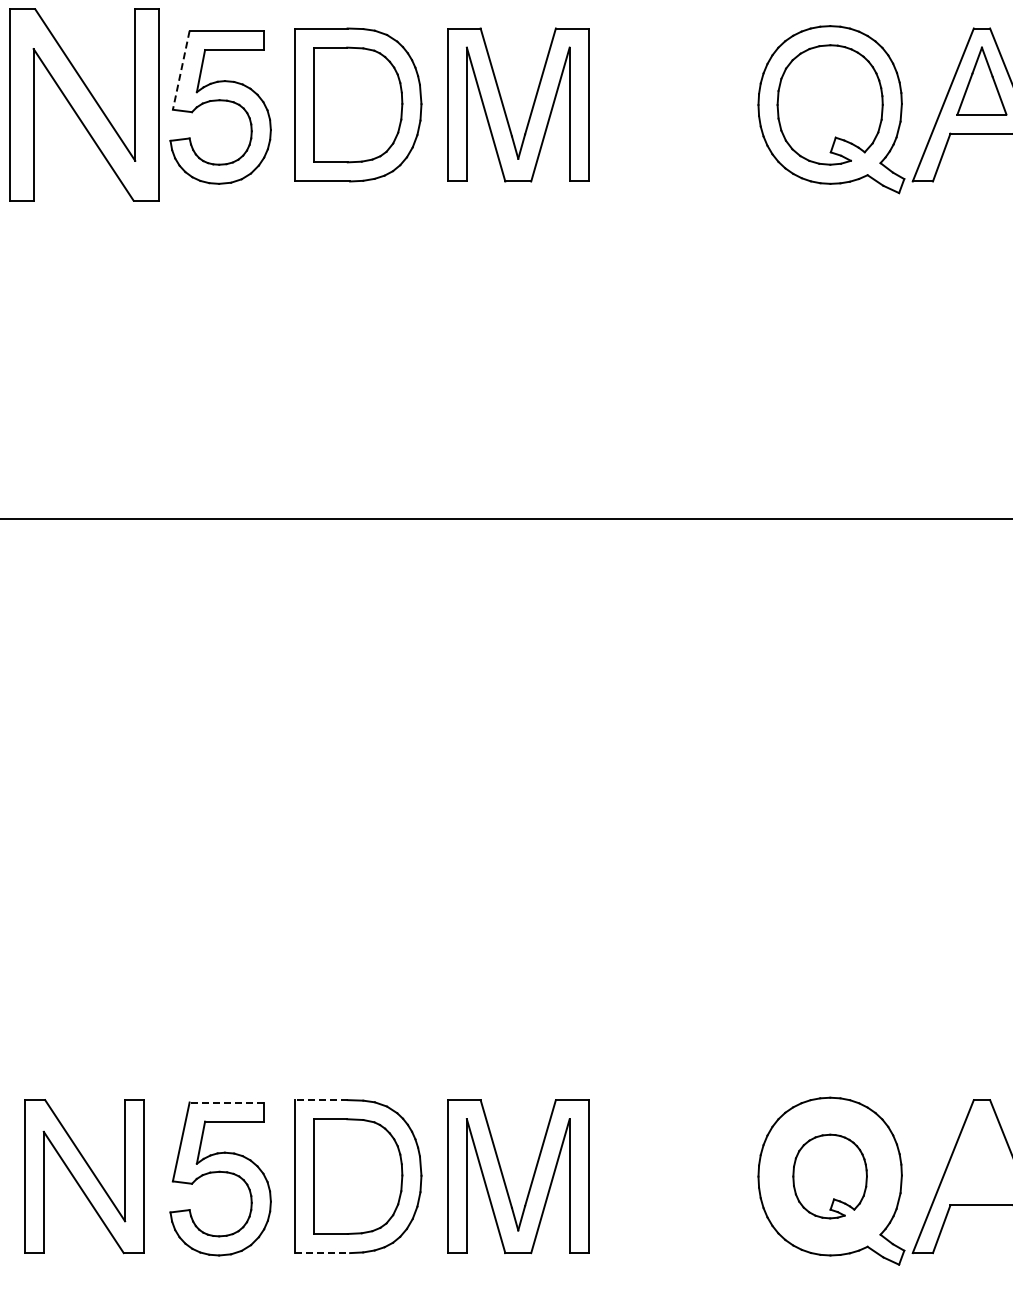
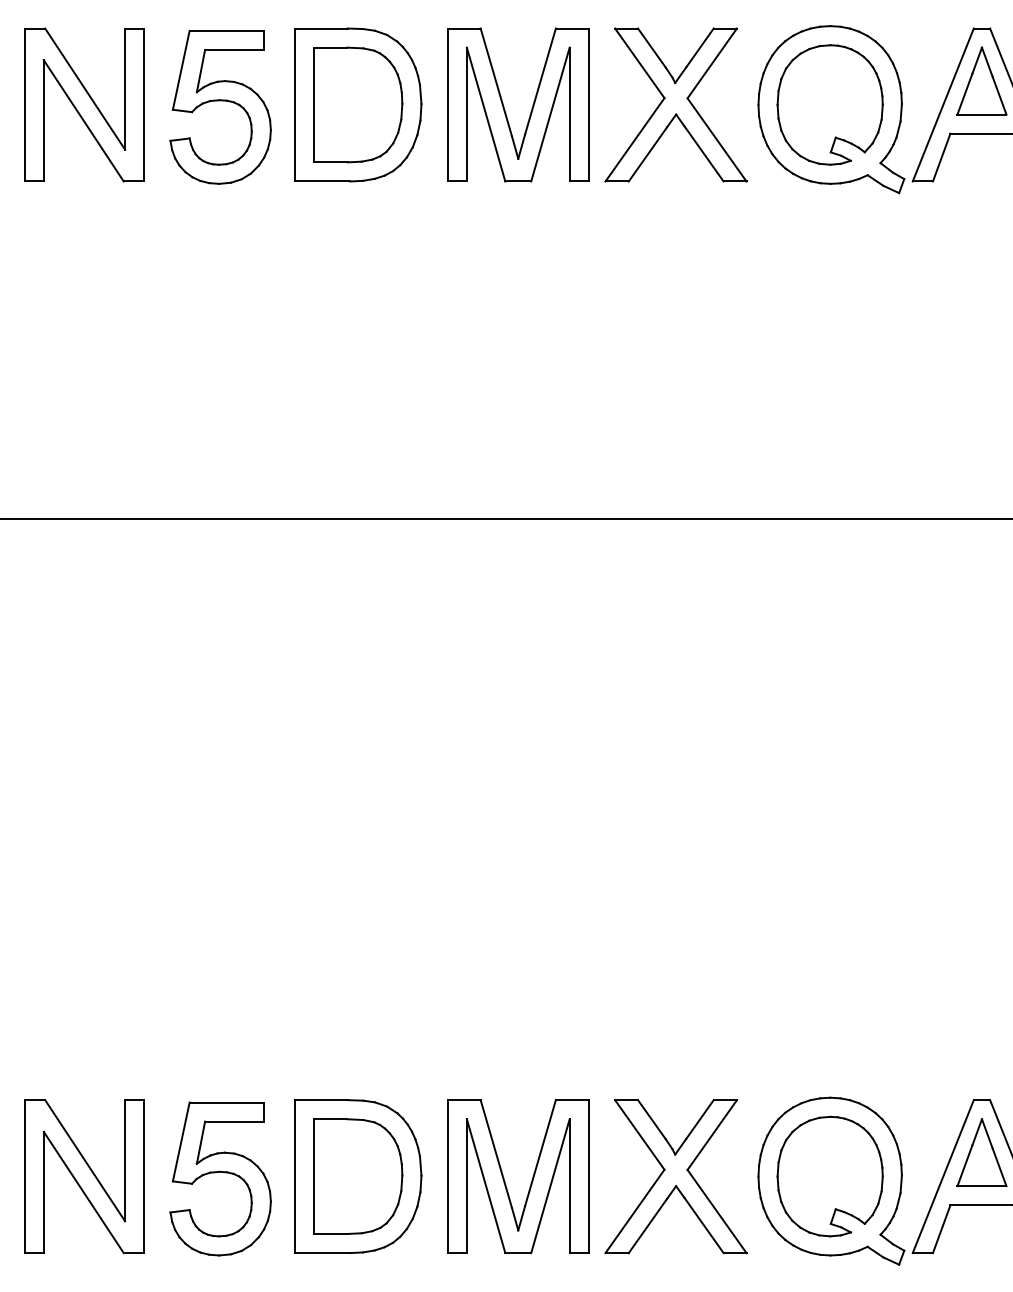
line at (181, 70): dashed -> solid
part at (84, 104) size: 151x194 px -> 121x156 px
part at (675, 104): none -> present
line at (320, 1100): dashed -> solid
line at (226, 1102): dashed -> solid
part at (981, 1152): none -> present
part at (675, 1176): none -> present
part at (829, 1176) size: 76x87 px -> 108x123 px
line at (322, 1253): dashed -> solid
